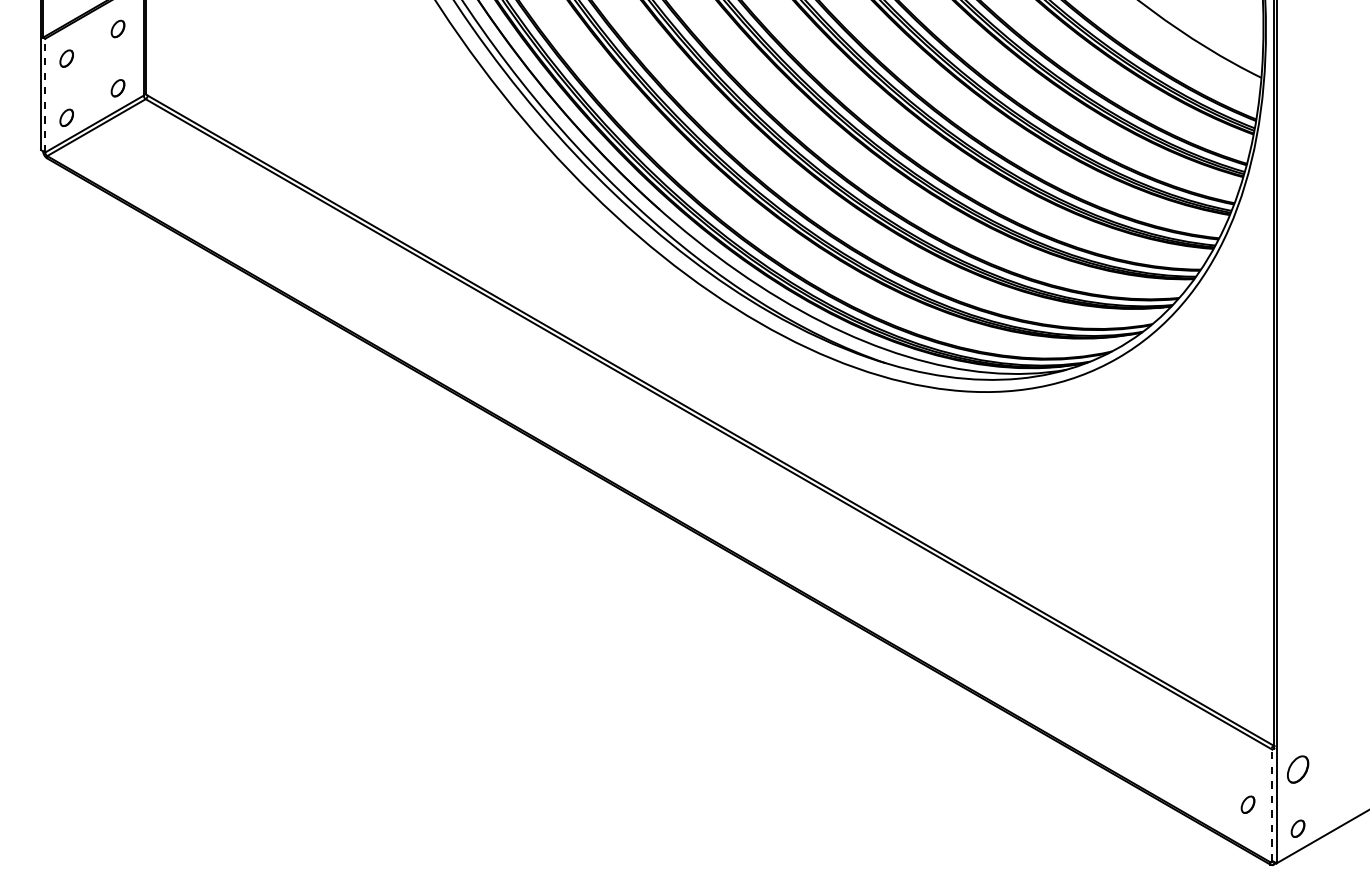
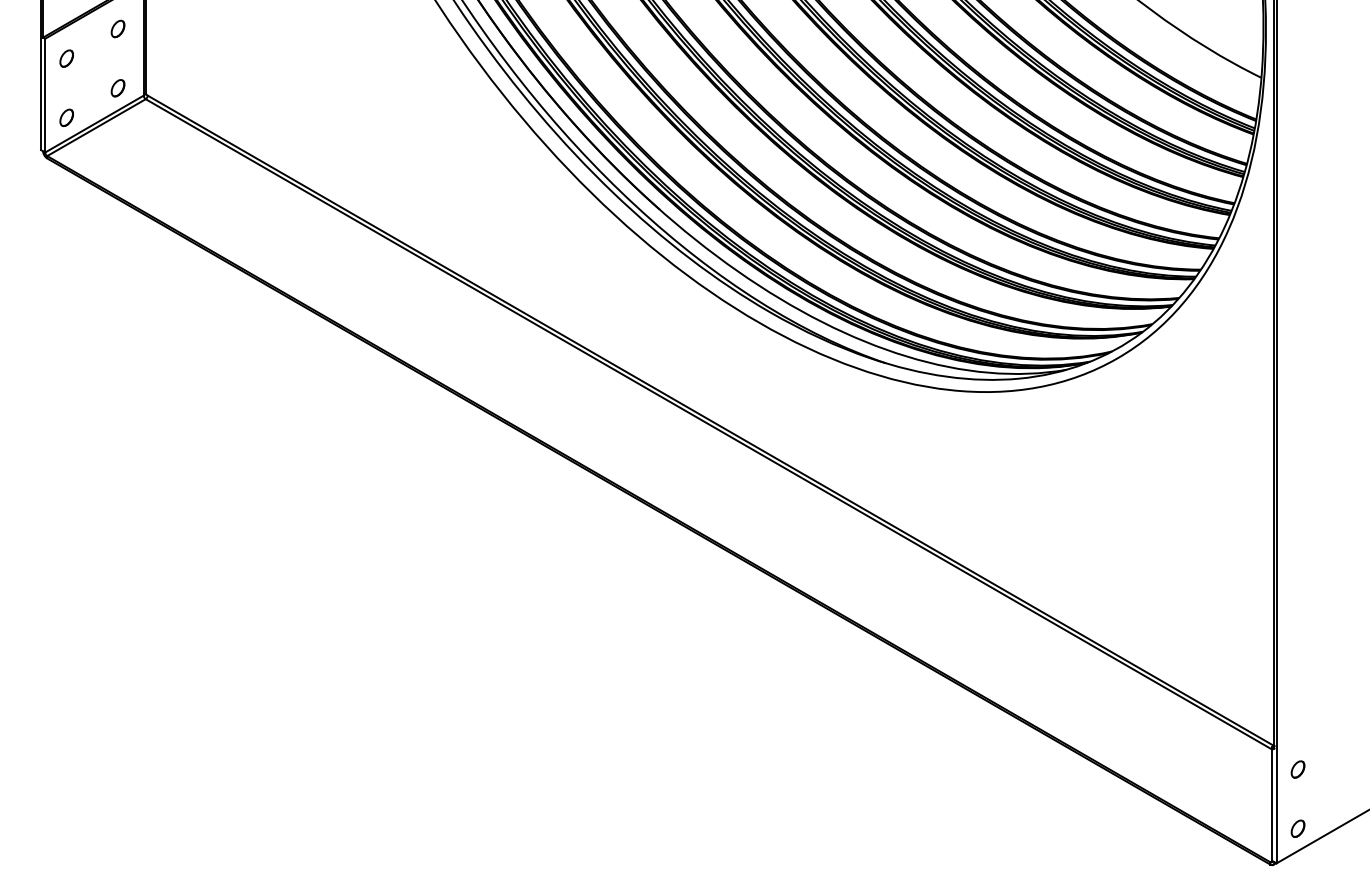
line at (45, 95): dashed -> solid
part at (1298, 769) size: 23x29 px -> 16x19 px
part at (1247, 804): present -> none
line at (1272, 804): dashed -> solid
